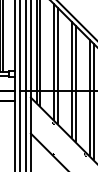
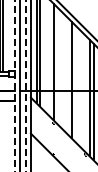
line at (58, 65): present -> none
line at (75, 83): present -> none
line at (15, 86): solid -> dashed
line at (26, 86): solid -> dashed
